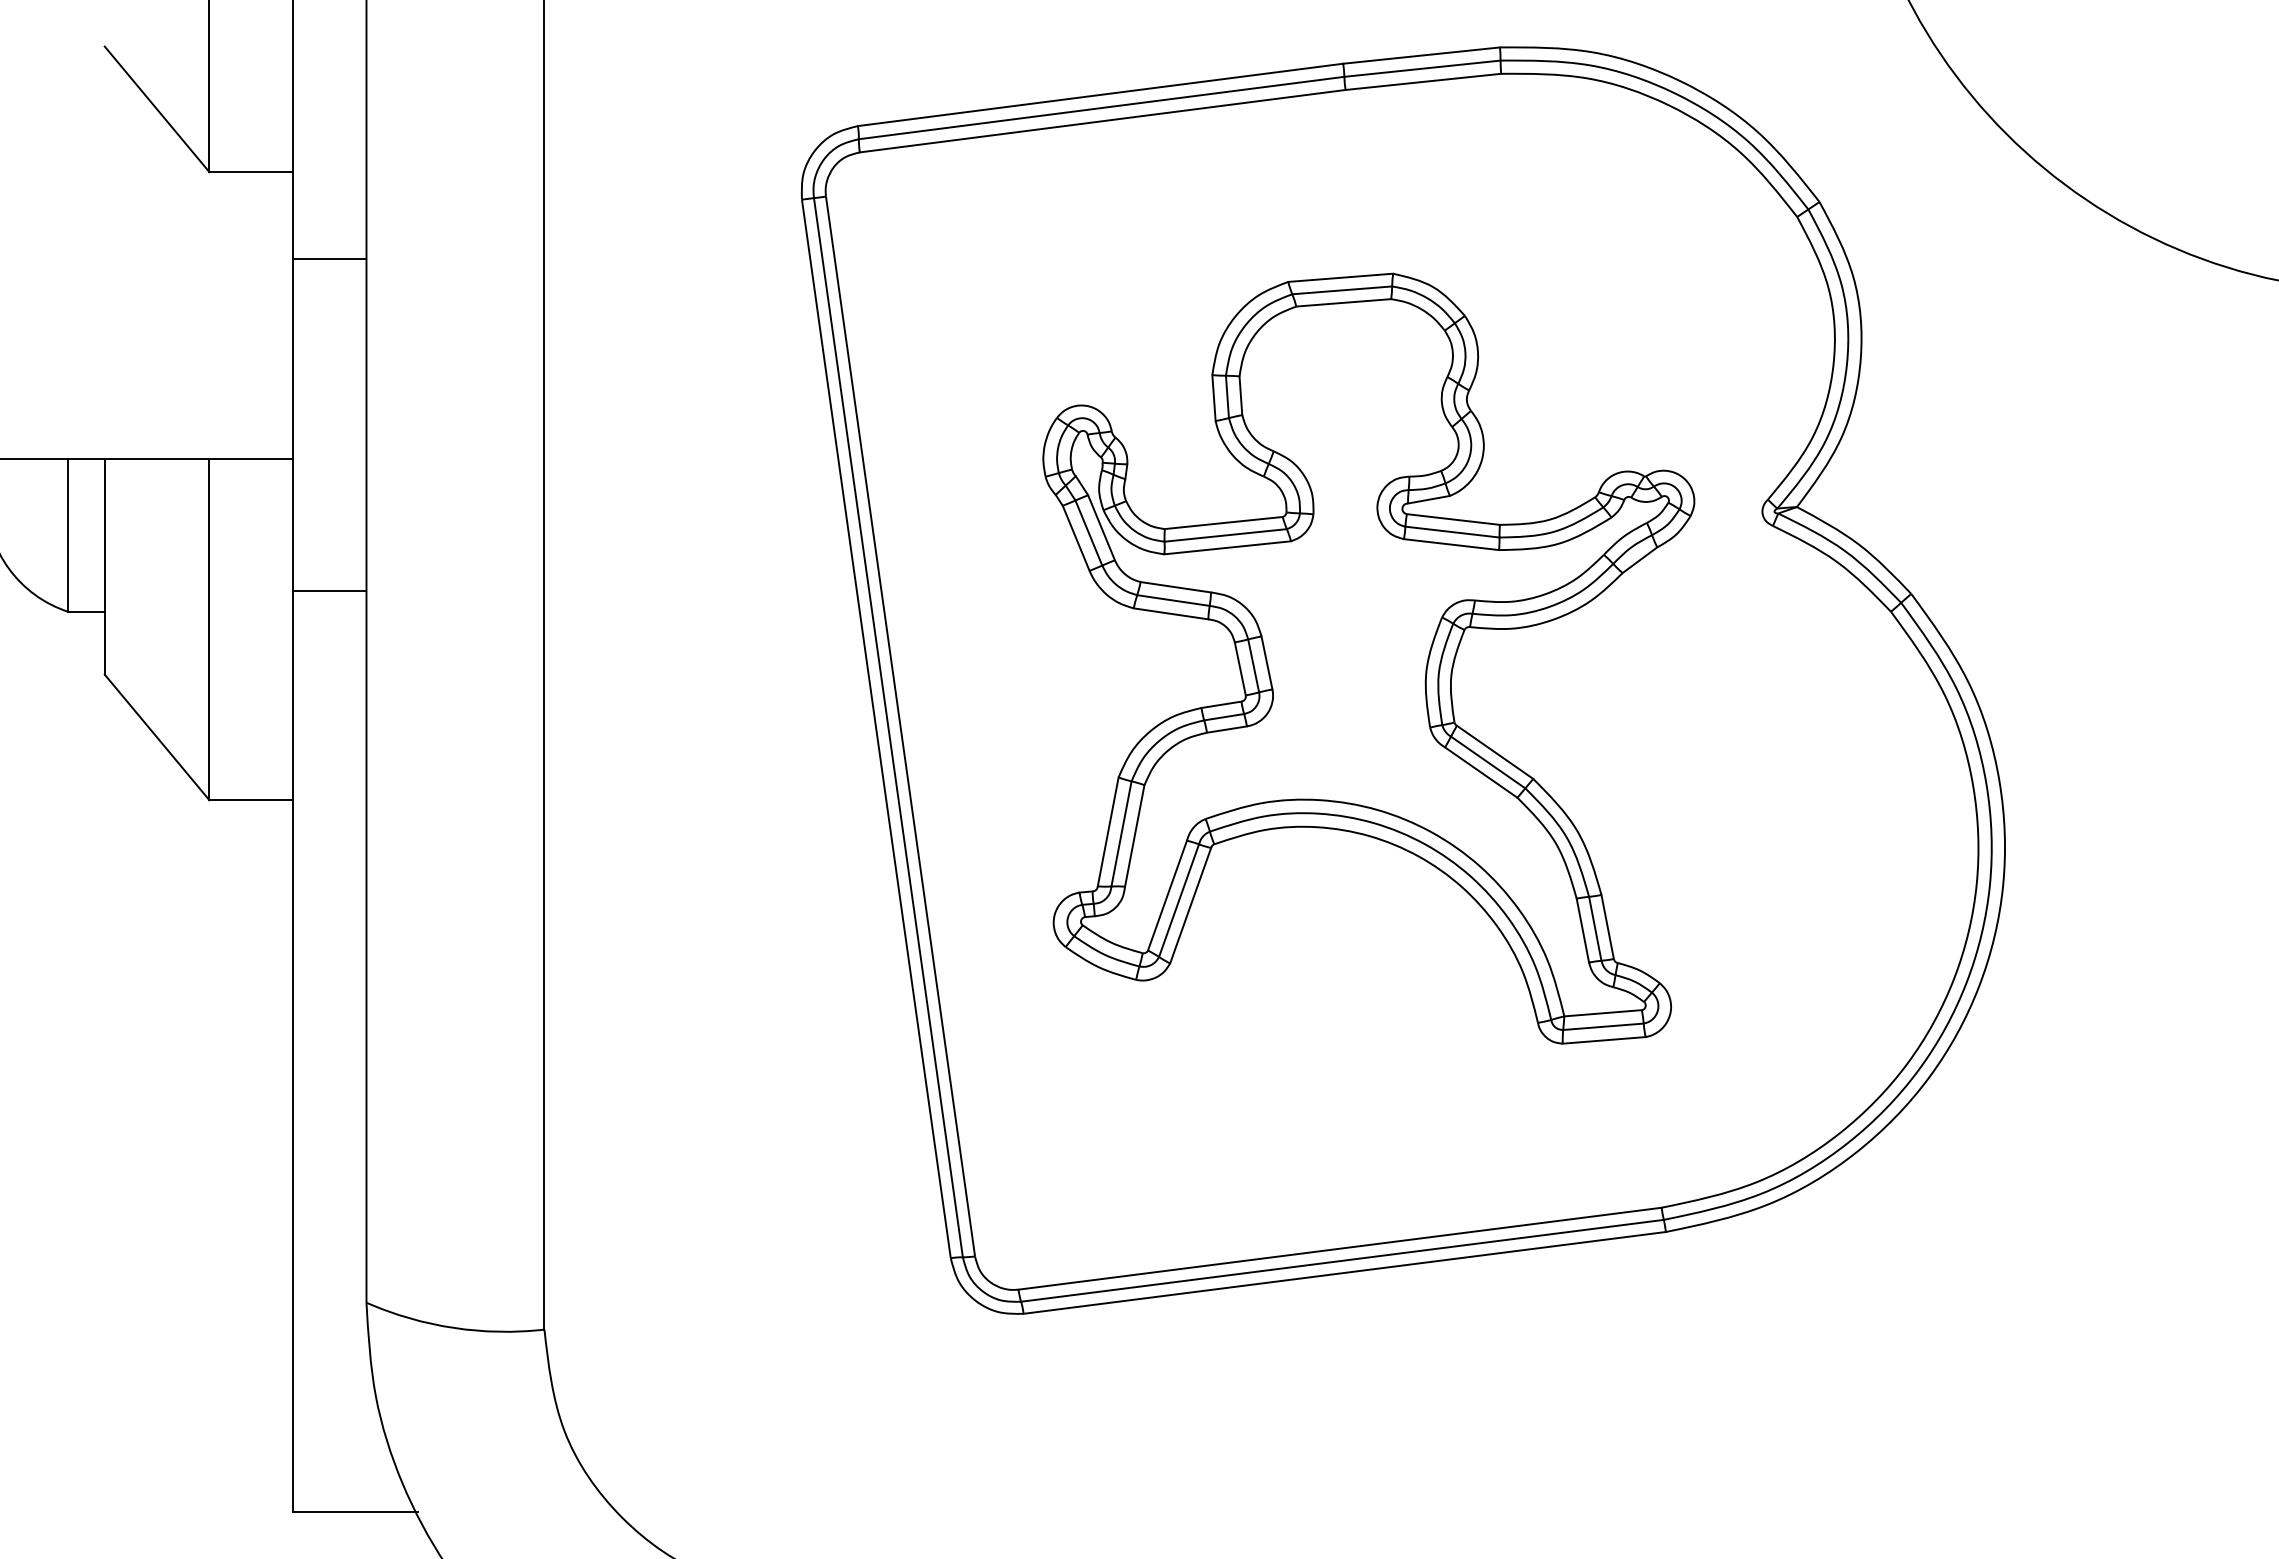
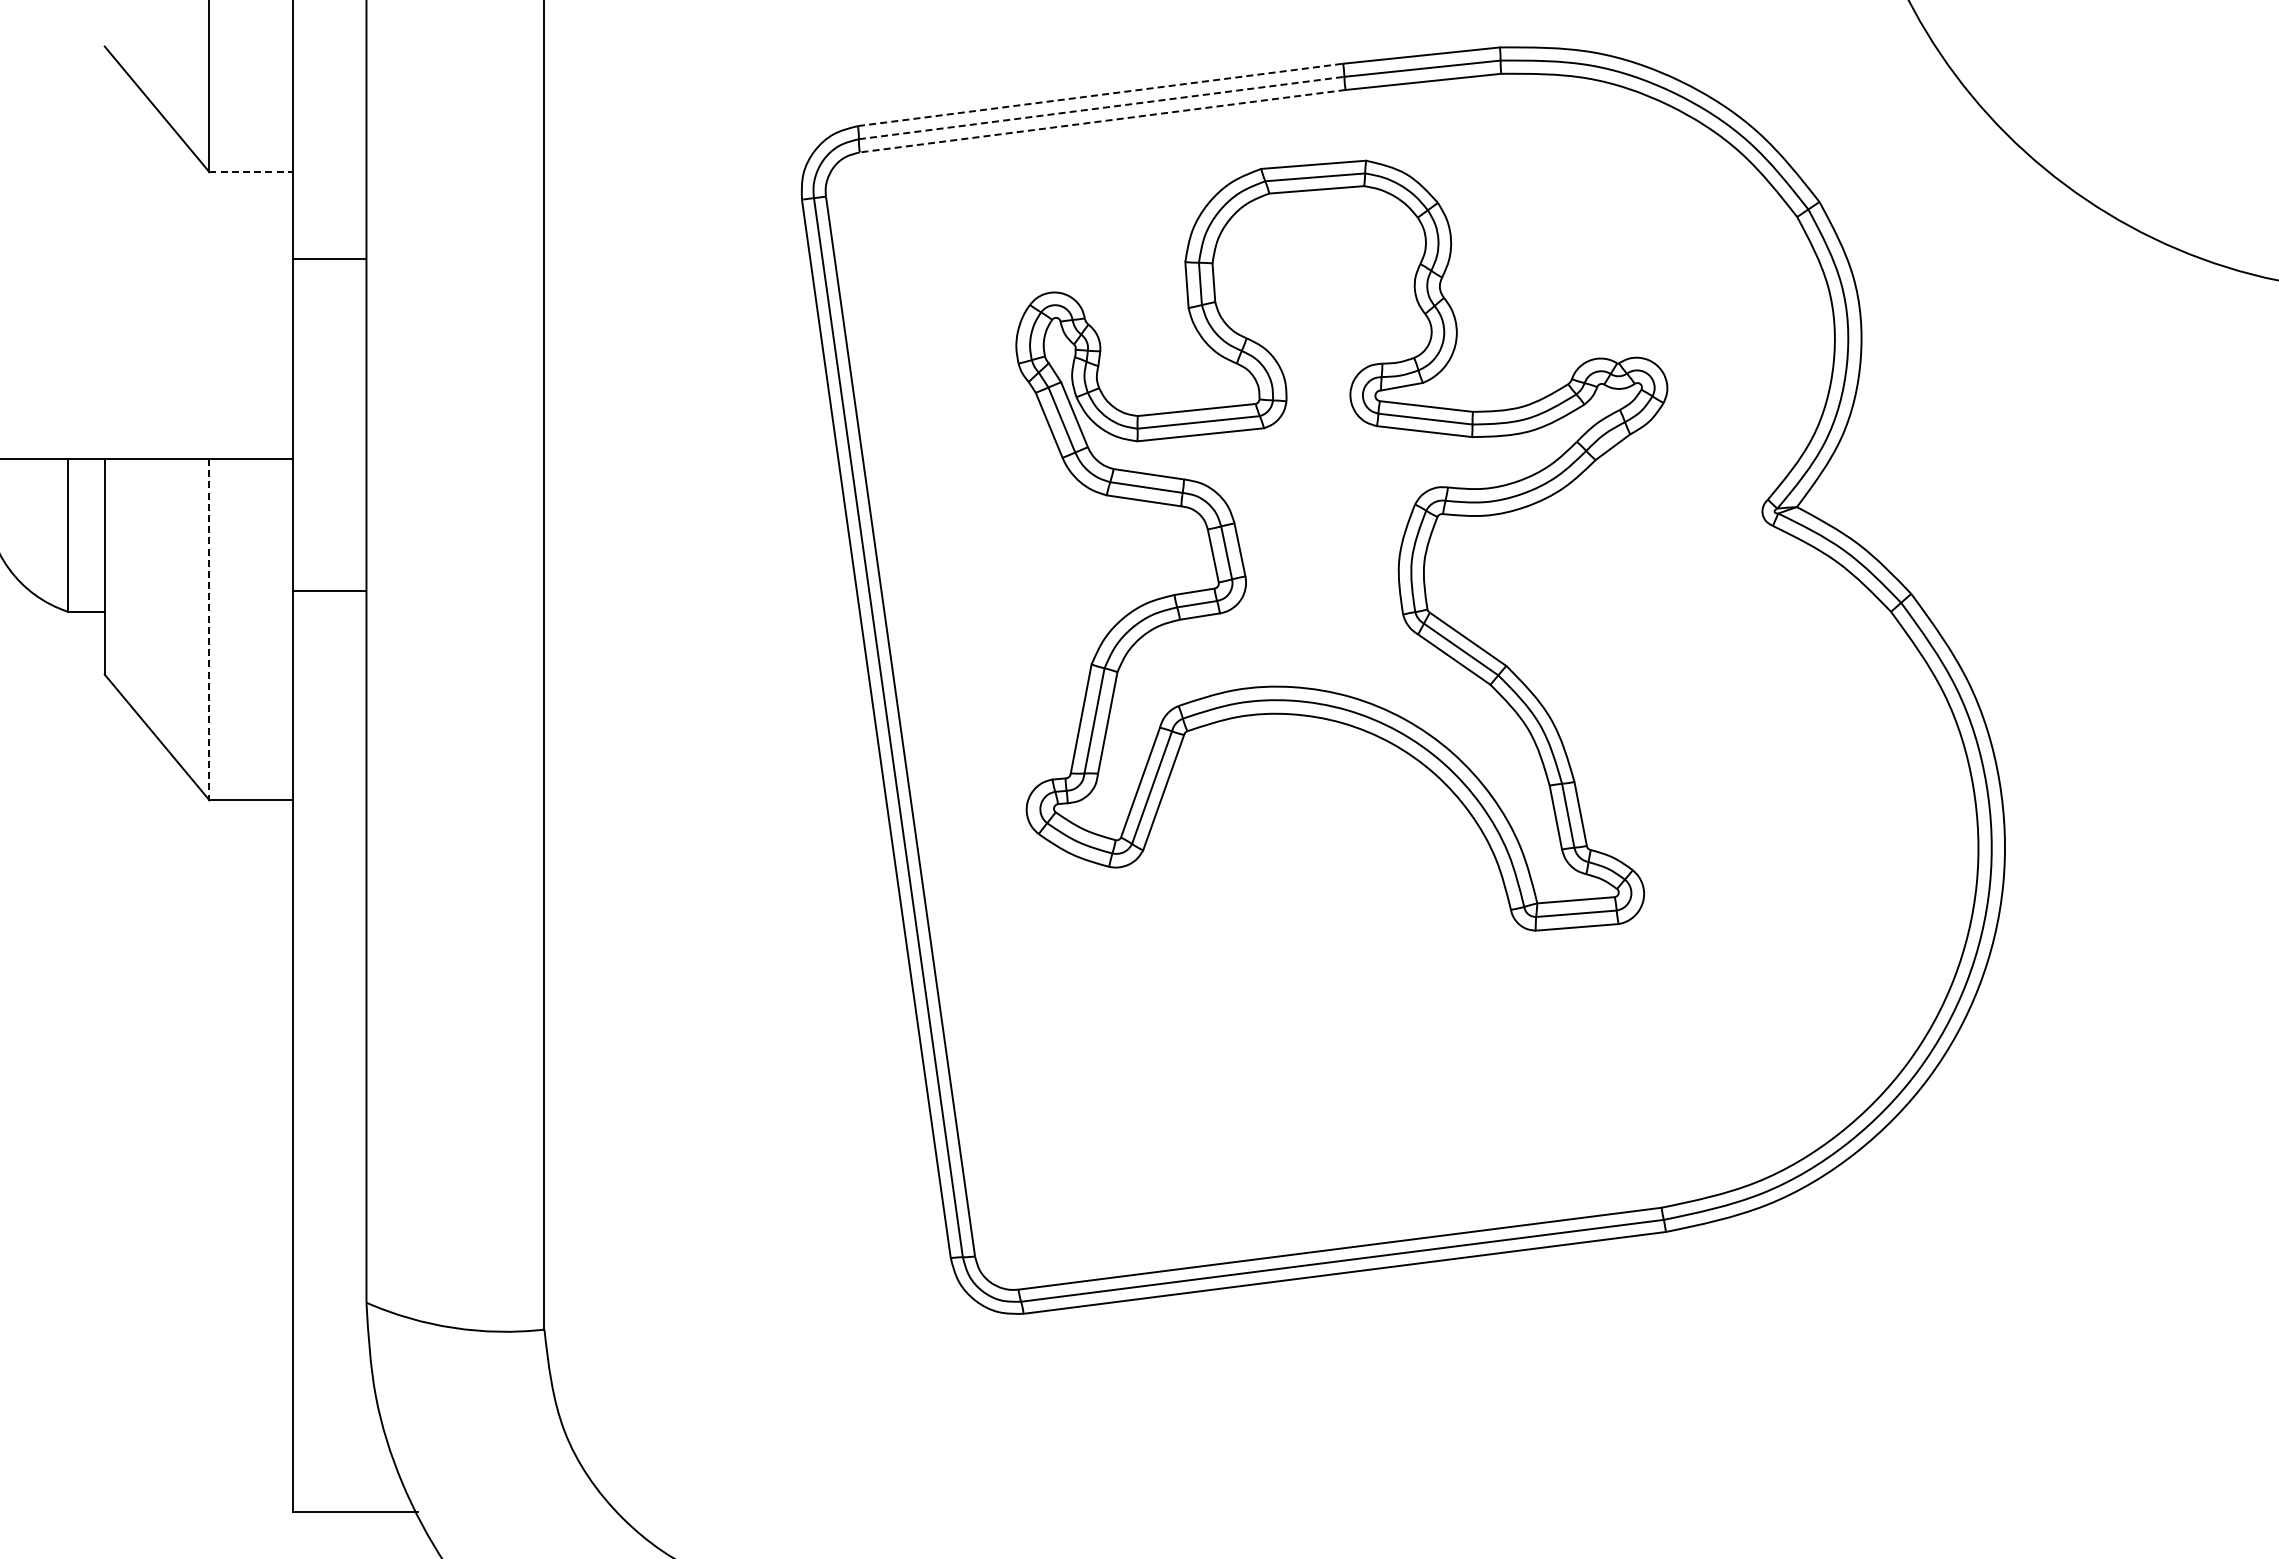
line at (1100, 94): solid -> dashed
line at (1101, 108): solid -> dashed
line at (1102, 121): solid -> dashed
line at (251, 172): solid -> dashed
line at (209, 629): solid -> dashed
part at (1368, 658) position: (1368, 658) -> (1341, 545)
